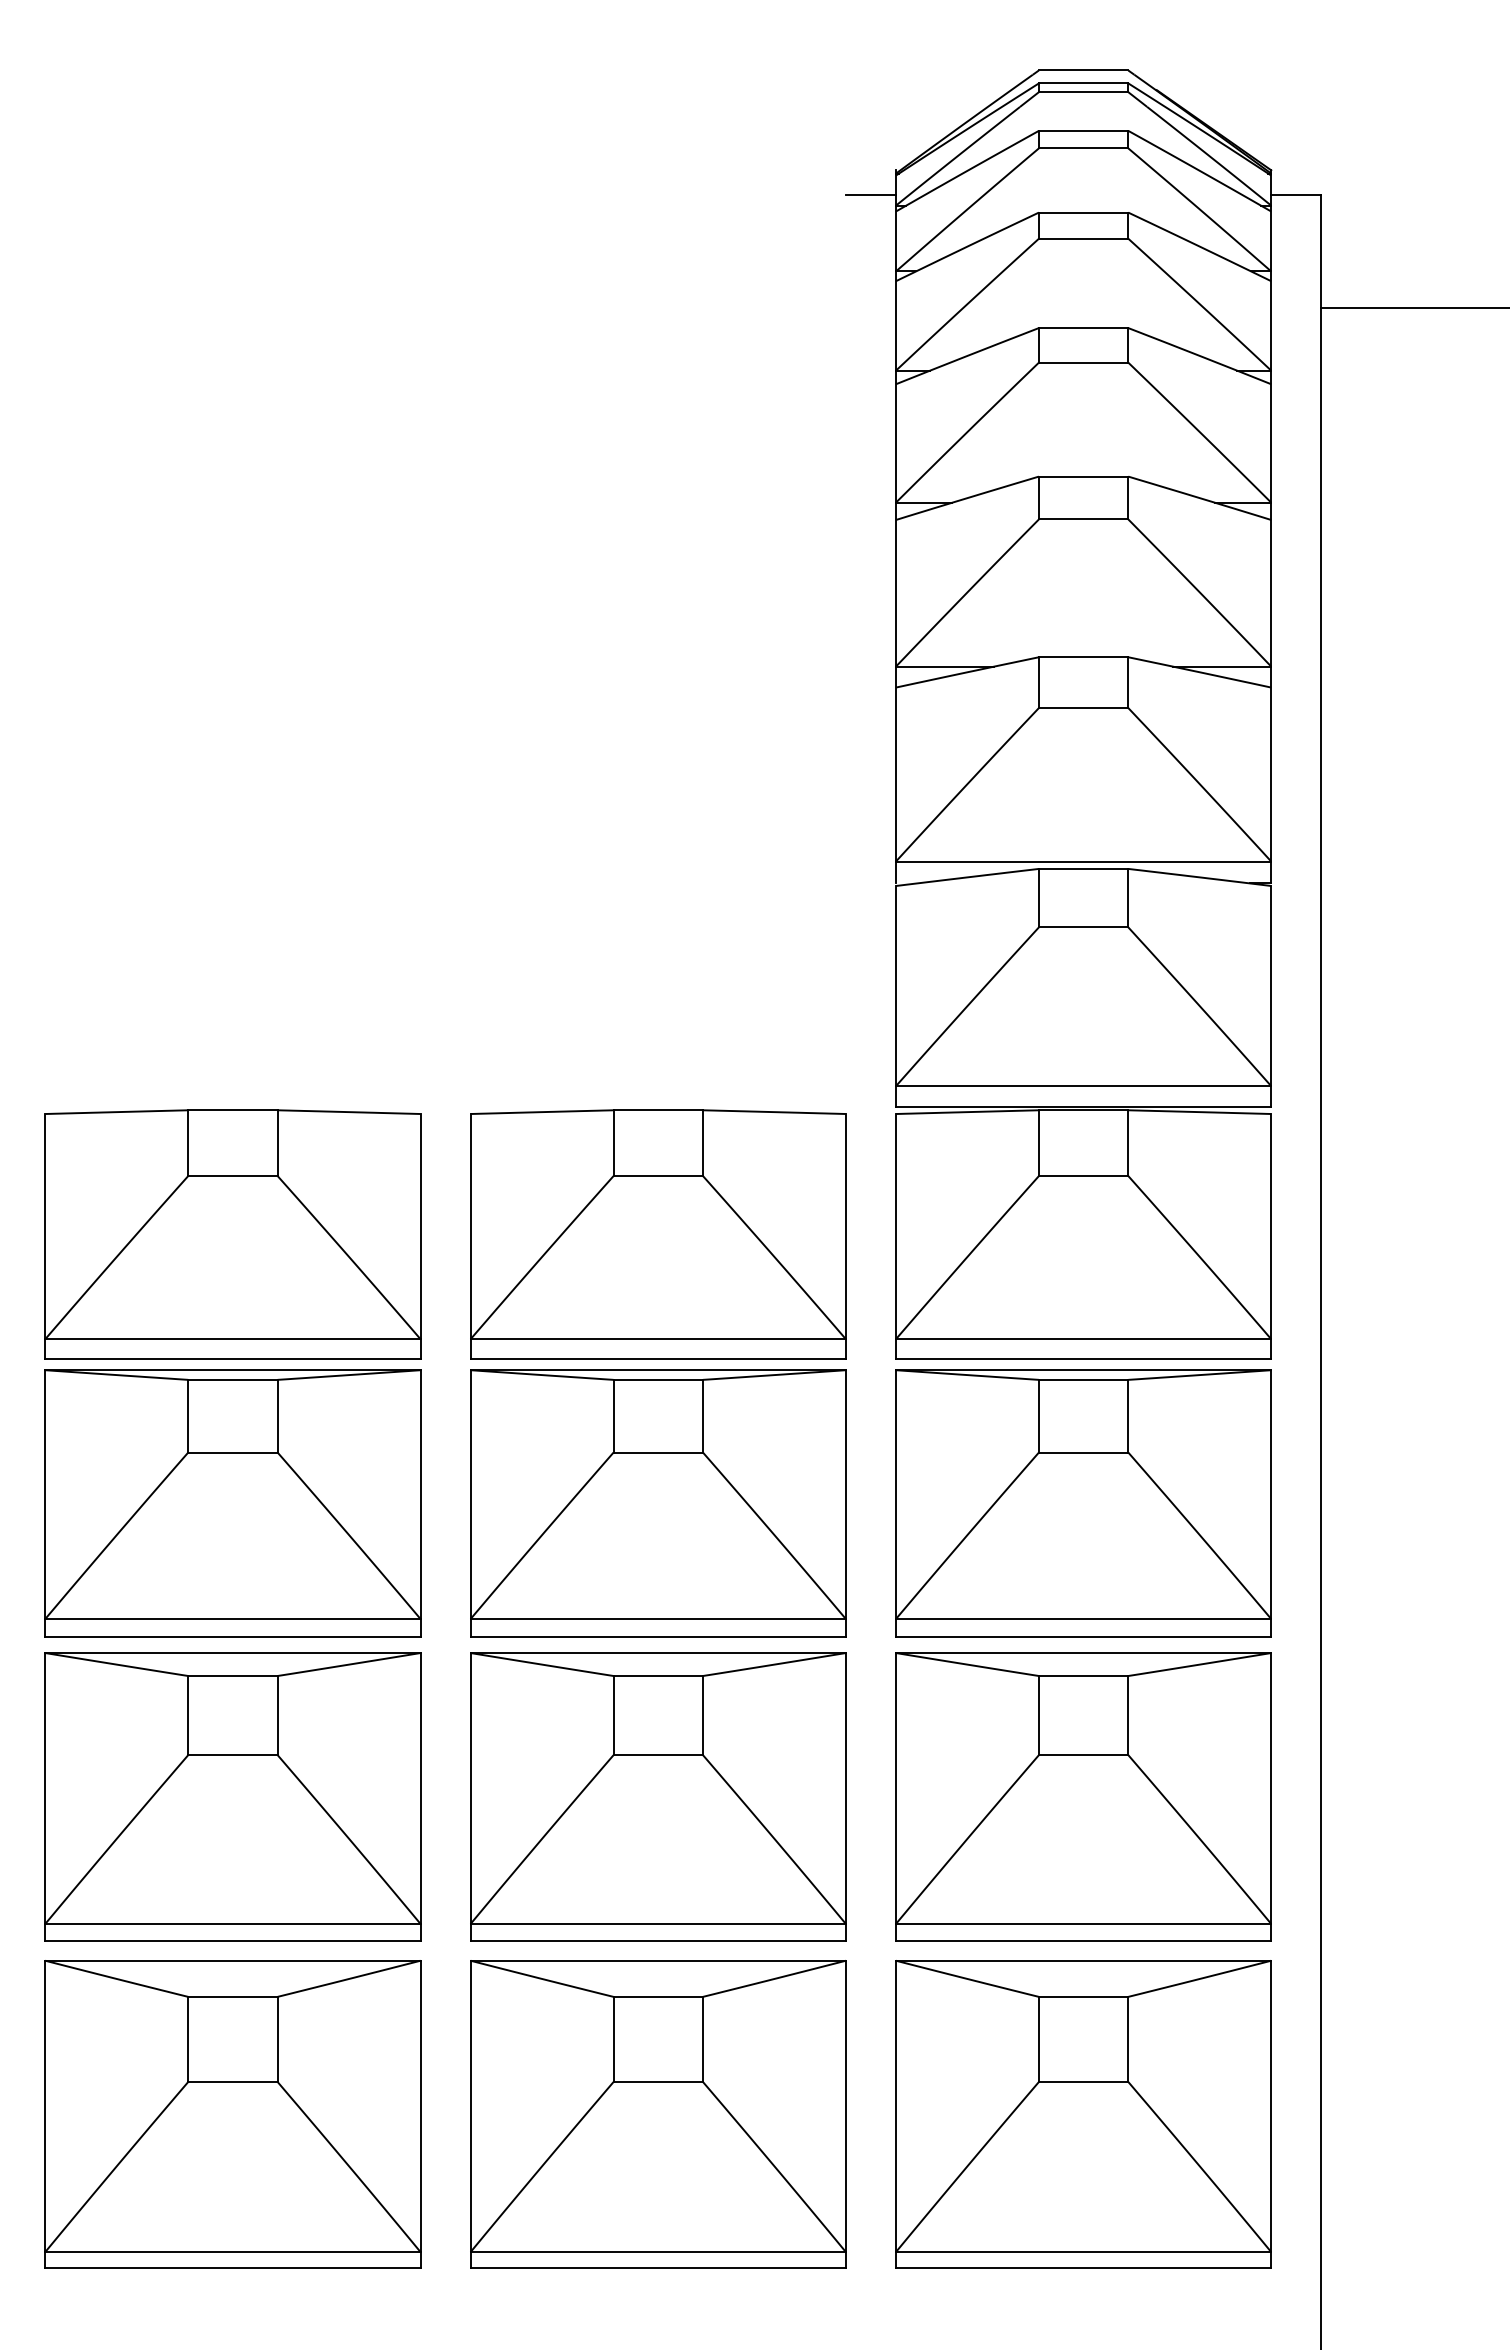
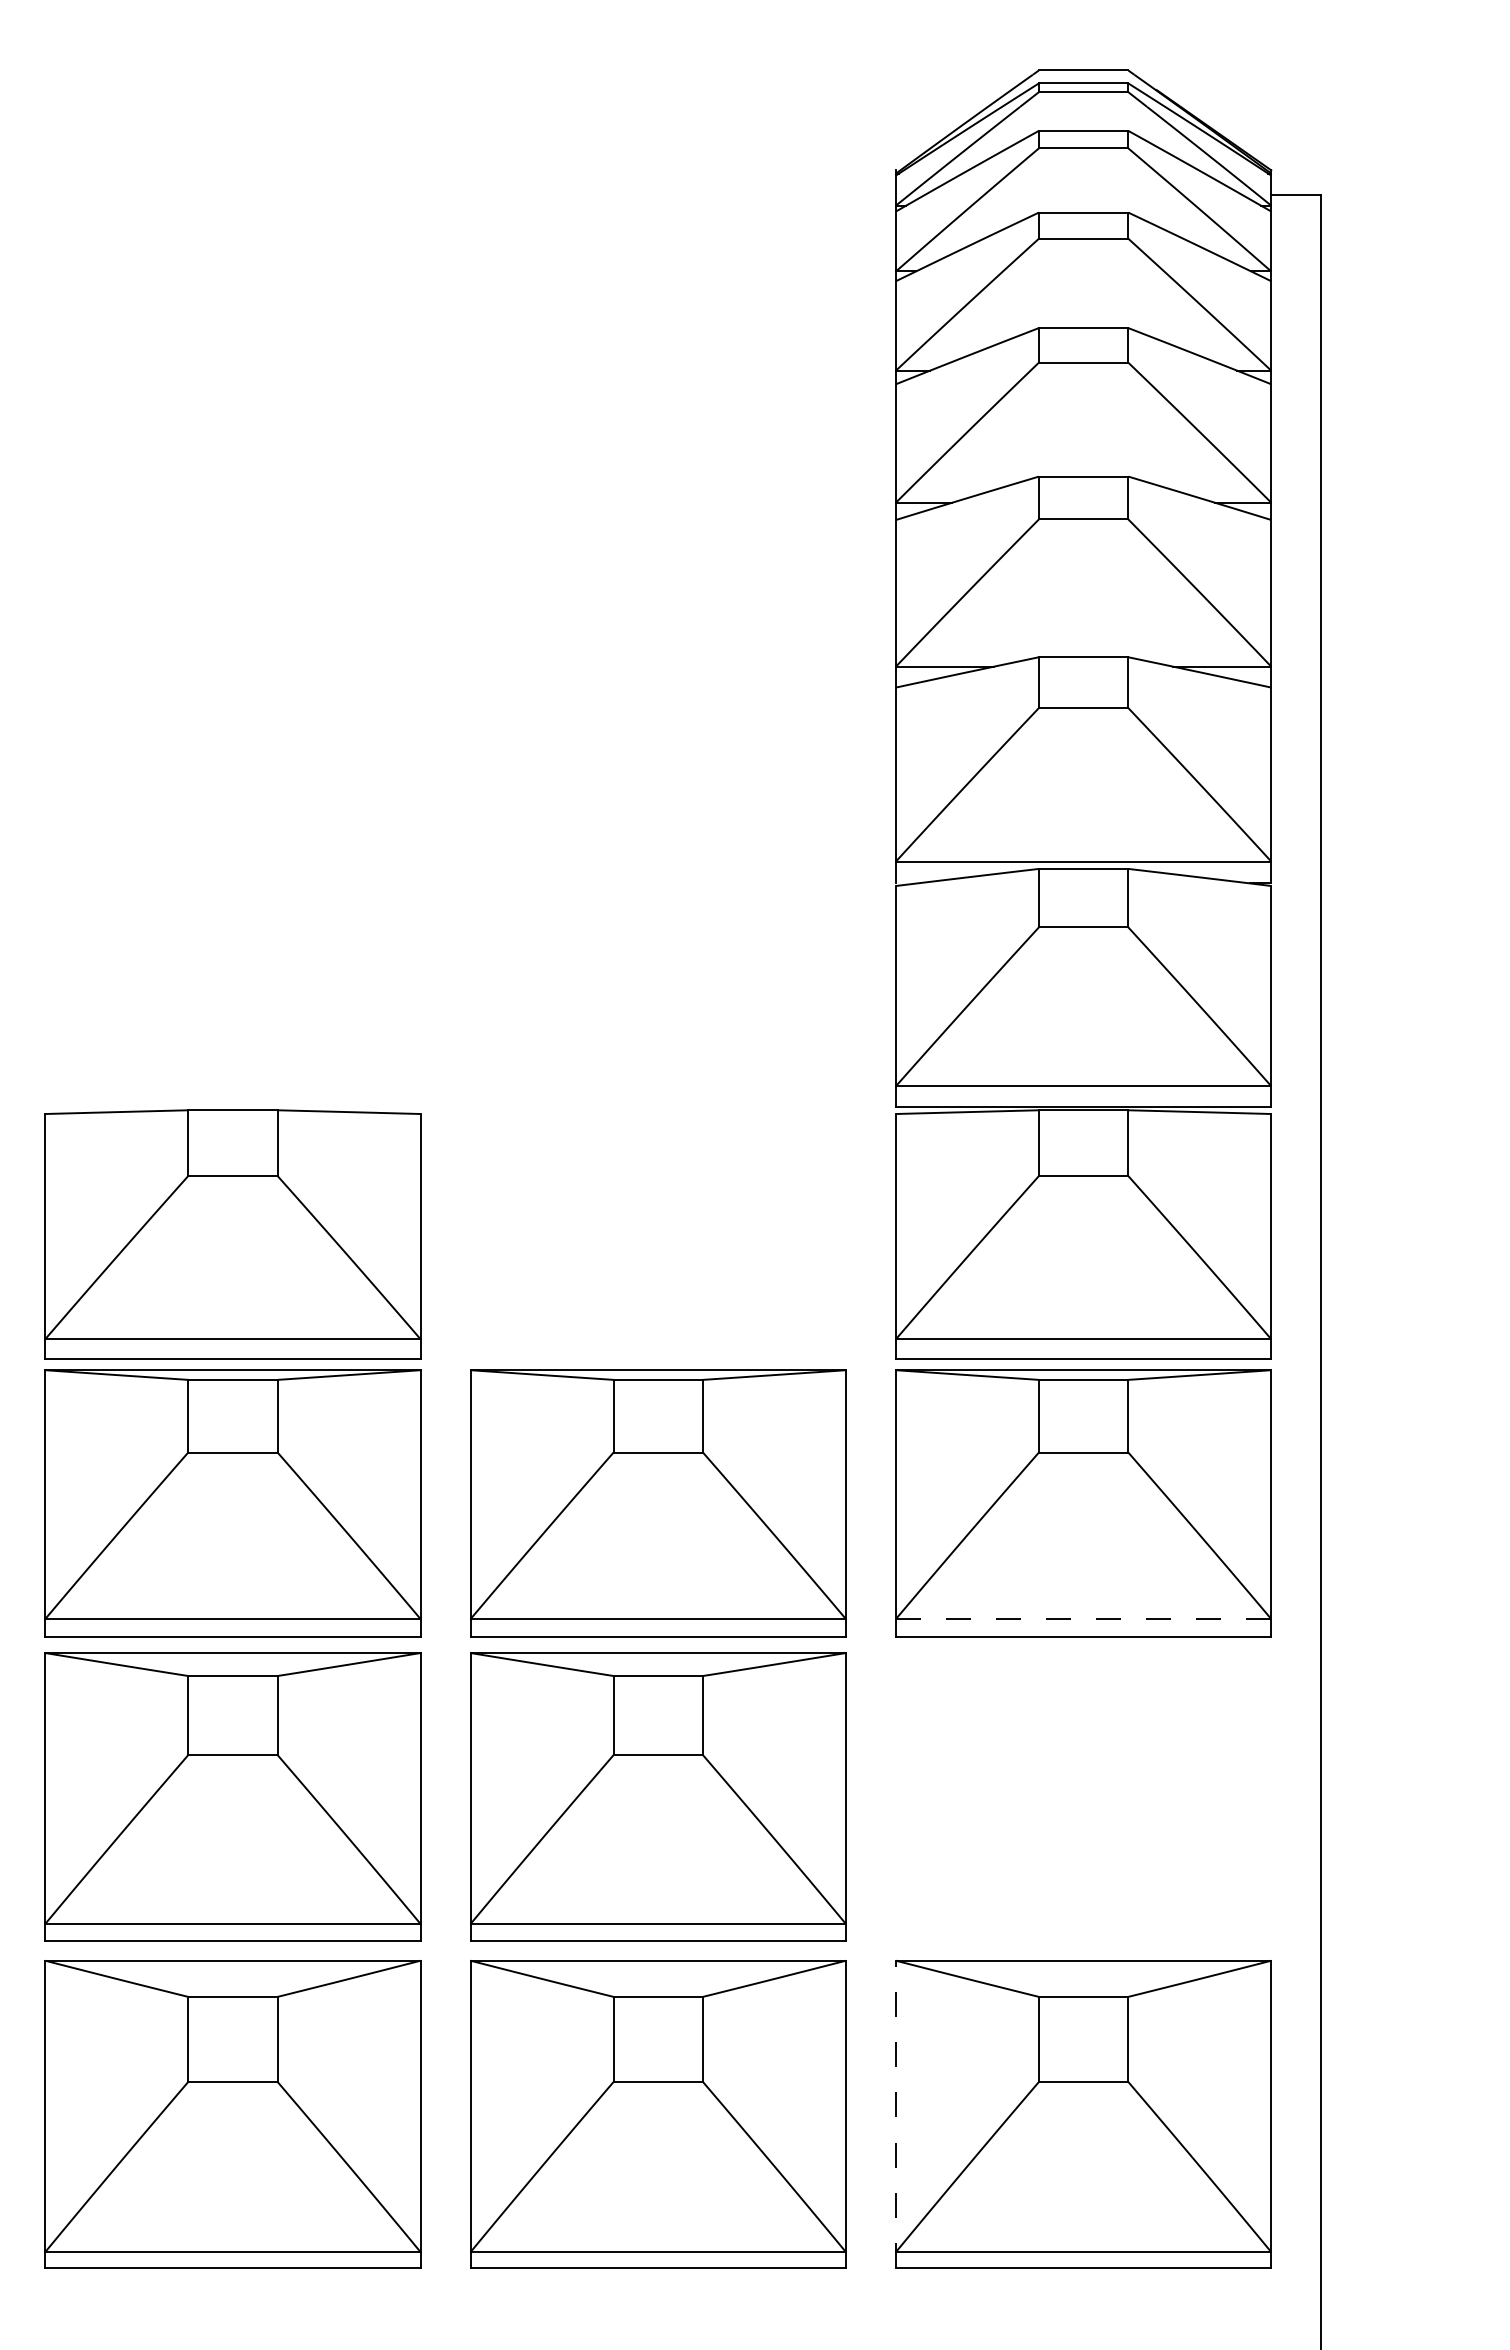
line at (870, 195): present -> none
line at (1413, 307): present -> none
part at (658, 1234): present -> none
line at (1083, 1619): solid -> dashed
part at (1083, 1796): present -> none
line at (895, 2113): solid -> dashed
